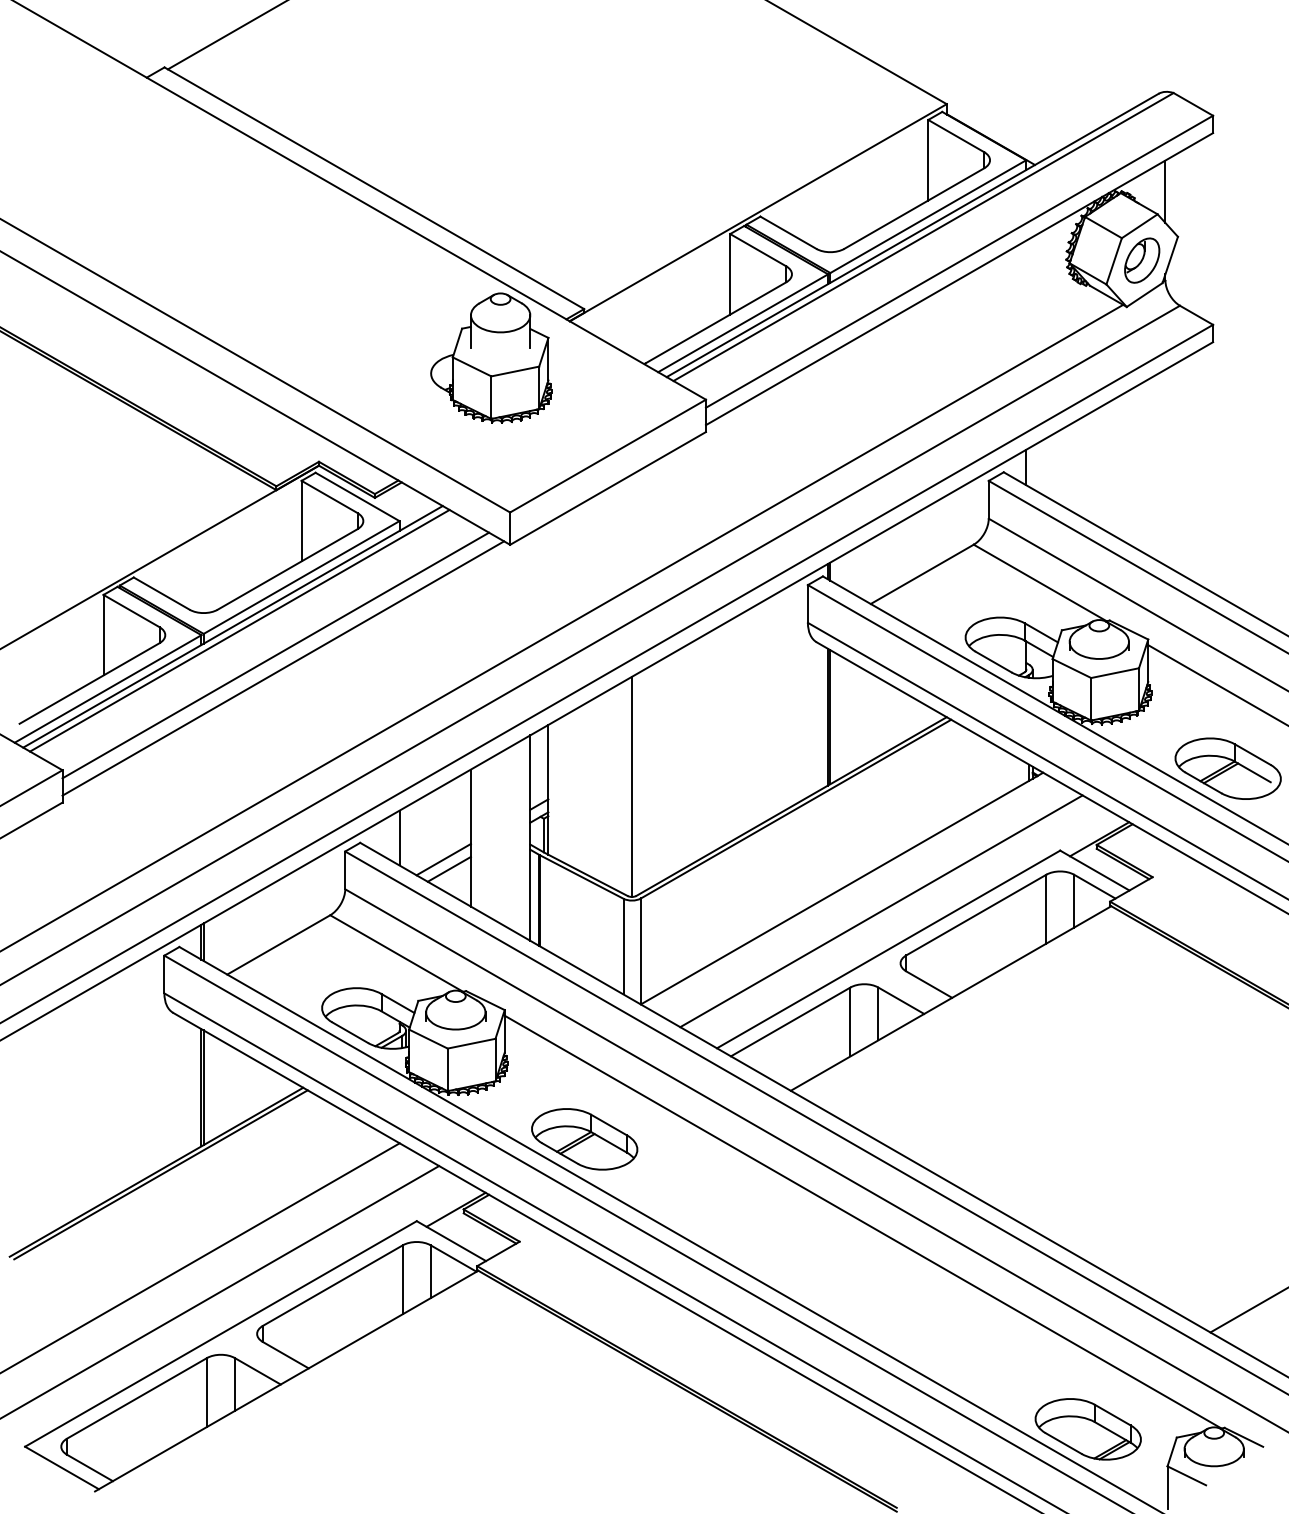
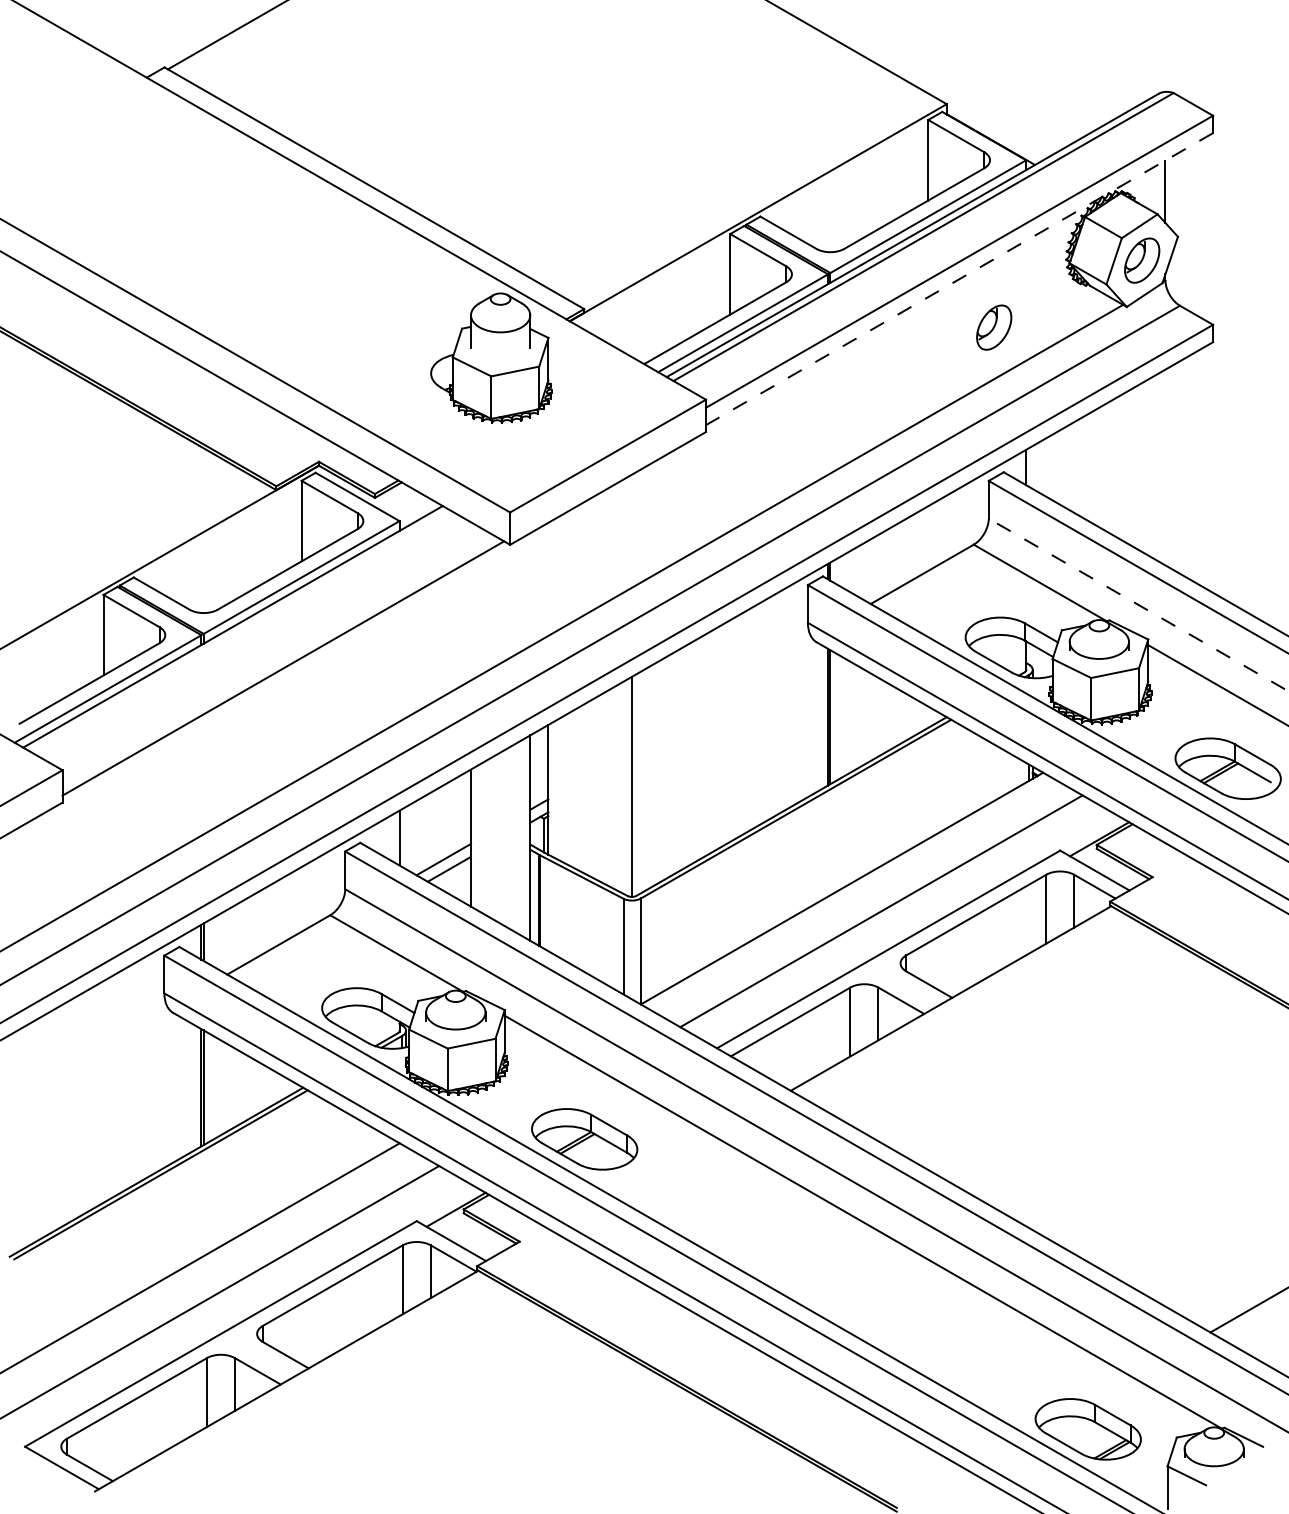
line at (959, 279): solid -> dashed
part at (994, 327): none -> present
line at (1138, 604): solid -> dashed
line at (239, 630): present -> none
line at (275, 655): present -> none
